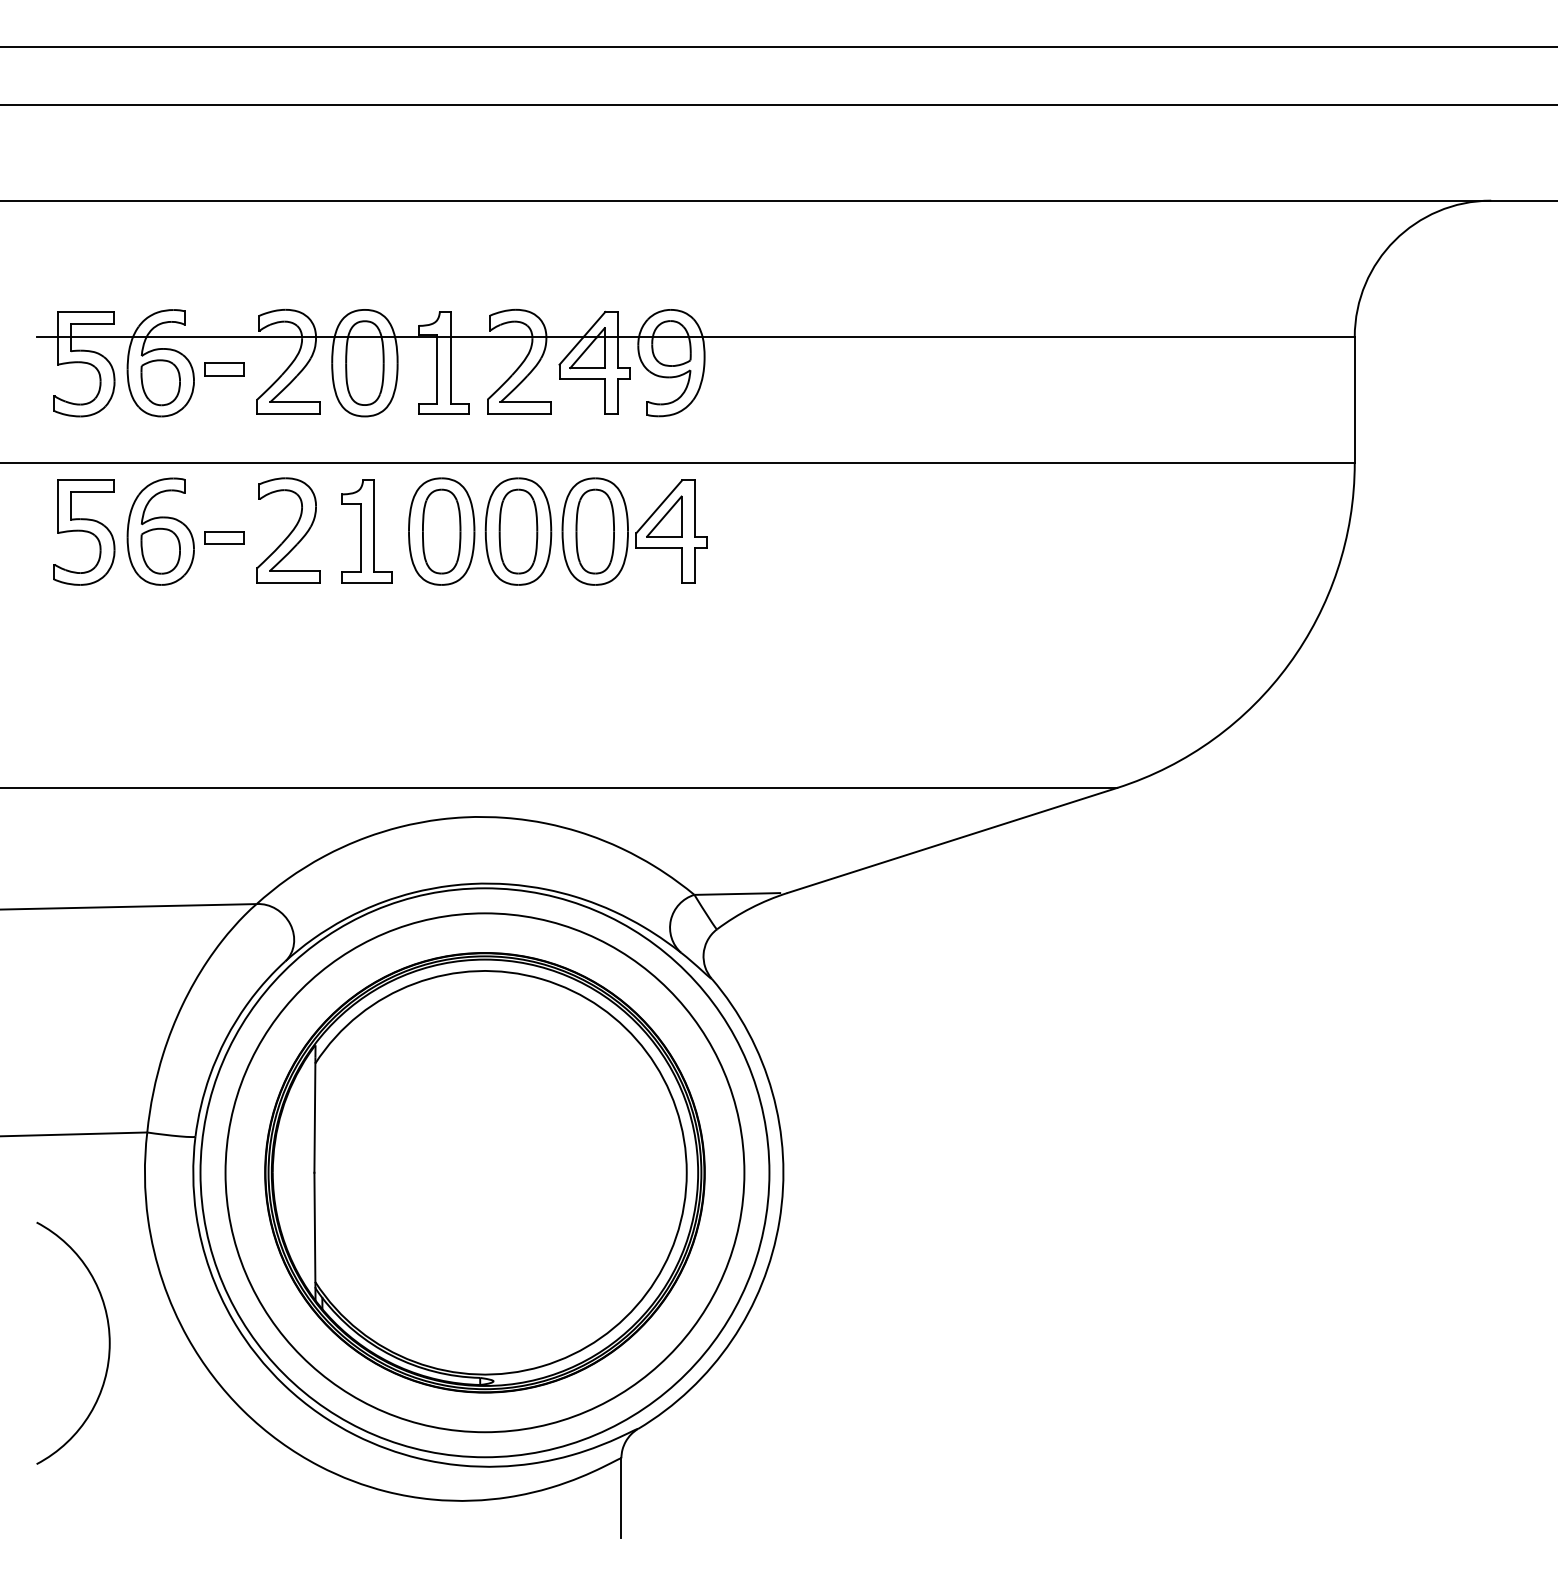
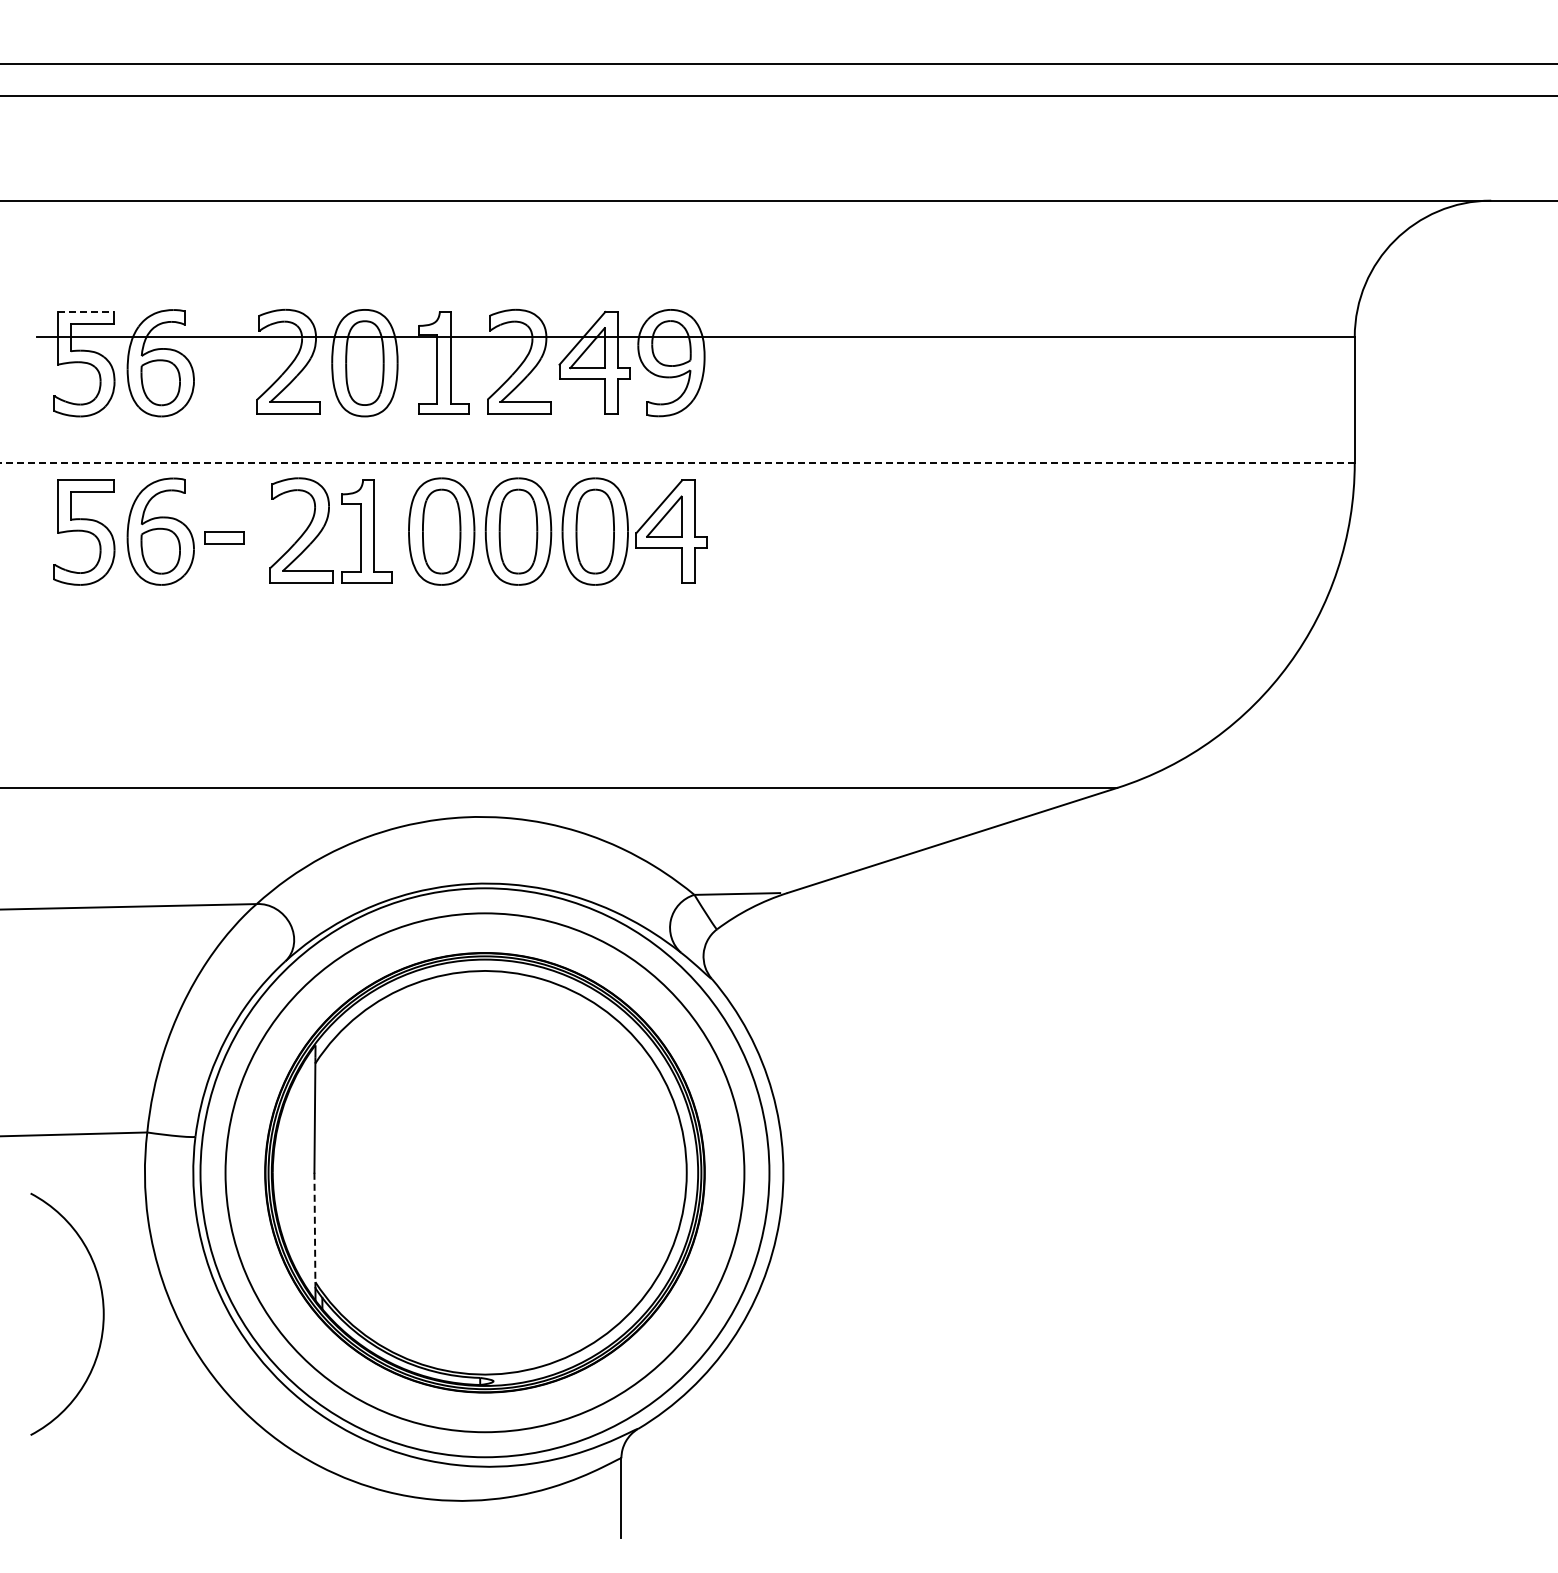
line at (778, 47) position: (778, 47) -> (778, 64)
line at (778, 105) position: (778, 105) -> (778, 96)
line at (86, 311): solid -> dashed
part at (224, 369): present -> none
line at (677, 462): solid -> dashed
part at (288, 530) position: (288, 530) -> (301, 530)
line at (314, 1227): solid -> dashed
arc at (108, 1342) position: (108, 1342) -> (102, 1313)
